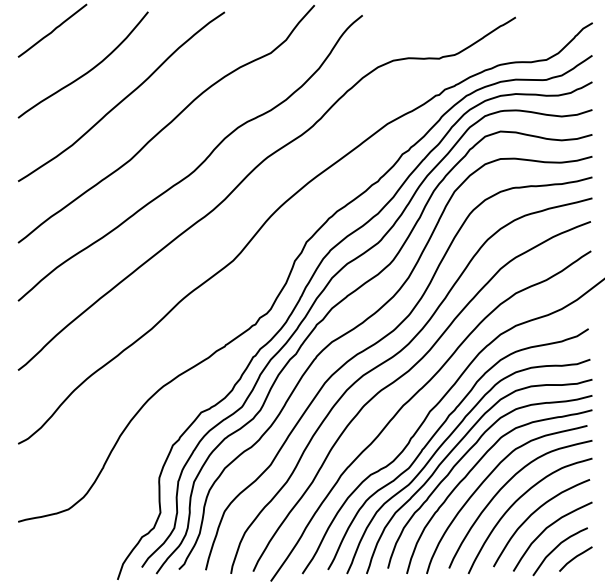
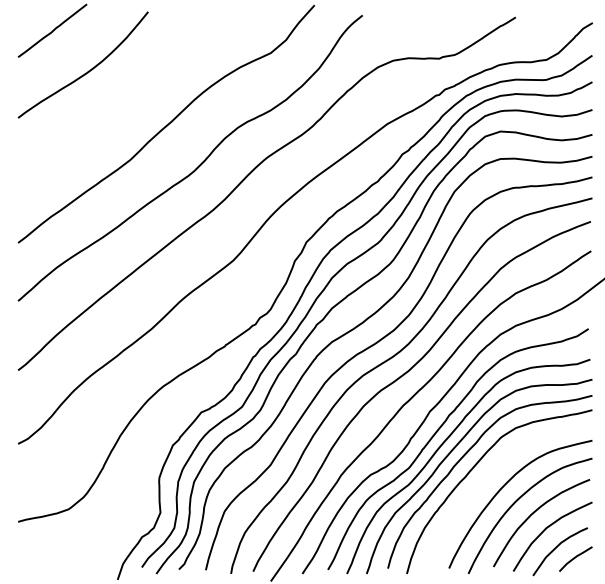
curve at (123, 98): present -> none
curve at (484, 482): present -> none
